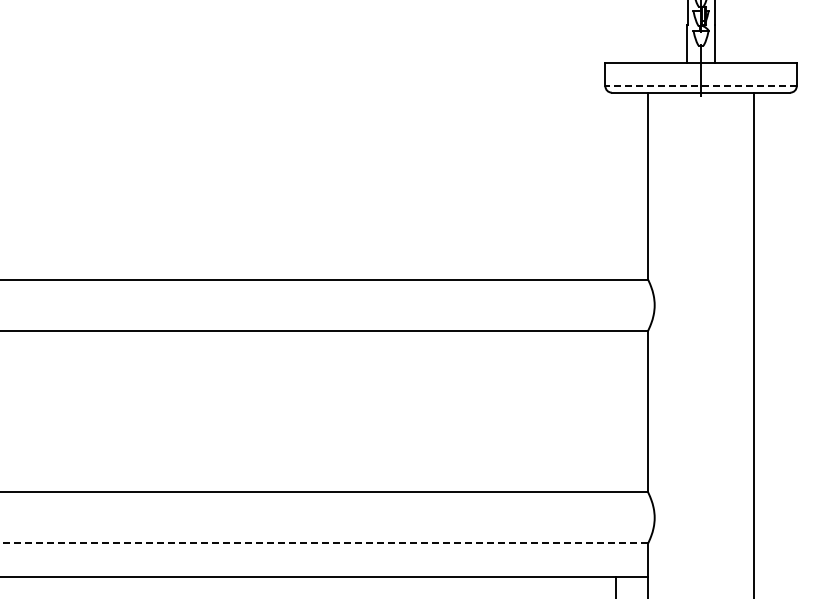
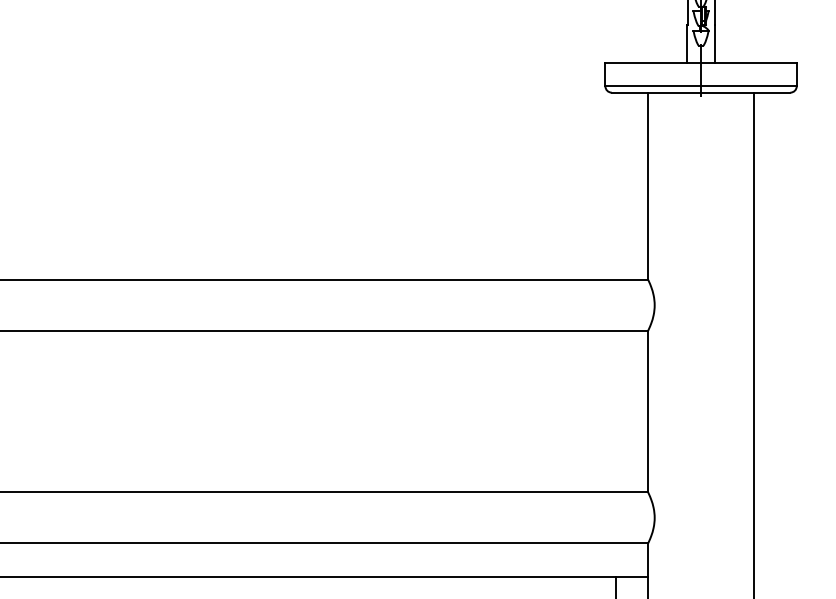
line at (701, 86): dashed -> solid
line at (324, 543): dashed -> solid
